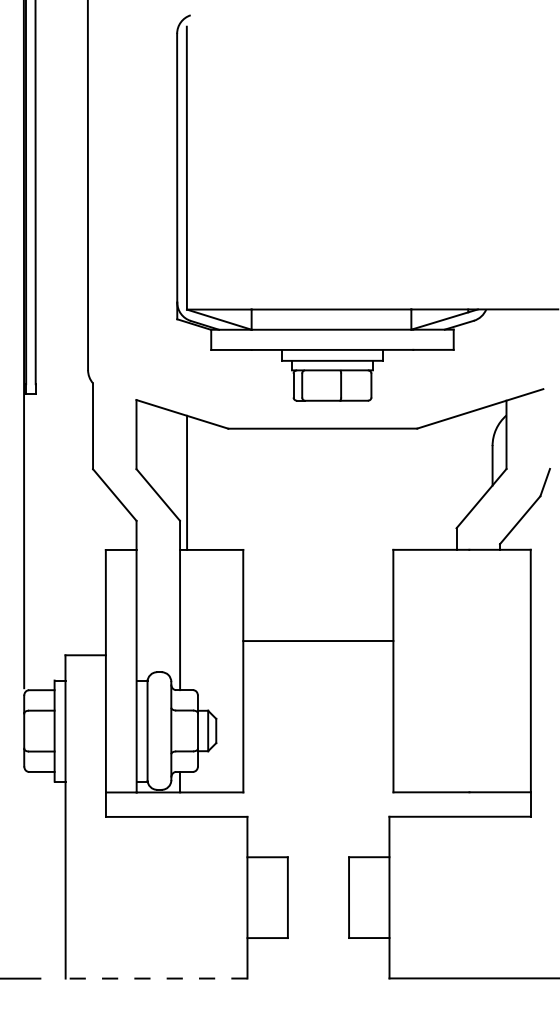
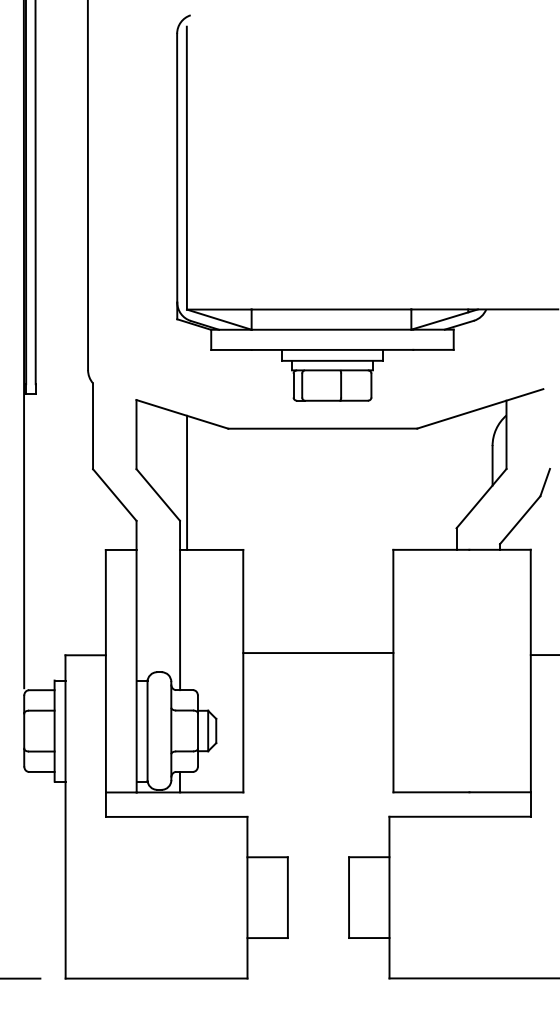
line at (318, 640) position: (318, 640) -> (318, 652)
line at (543, 655): none -> present
line at (156, 978): dashed -> solid
